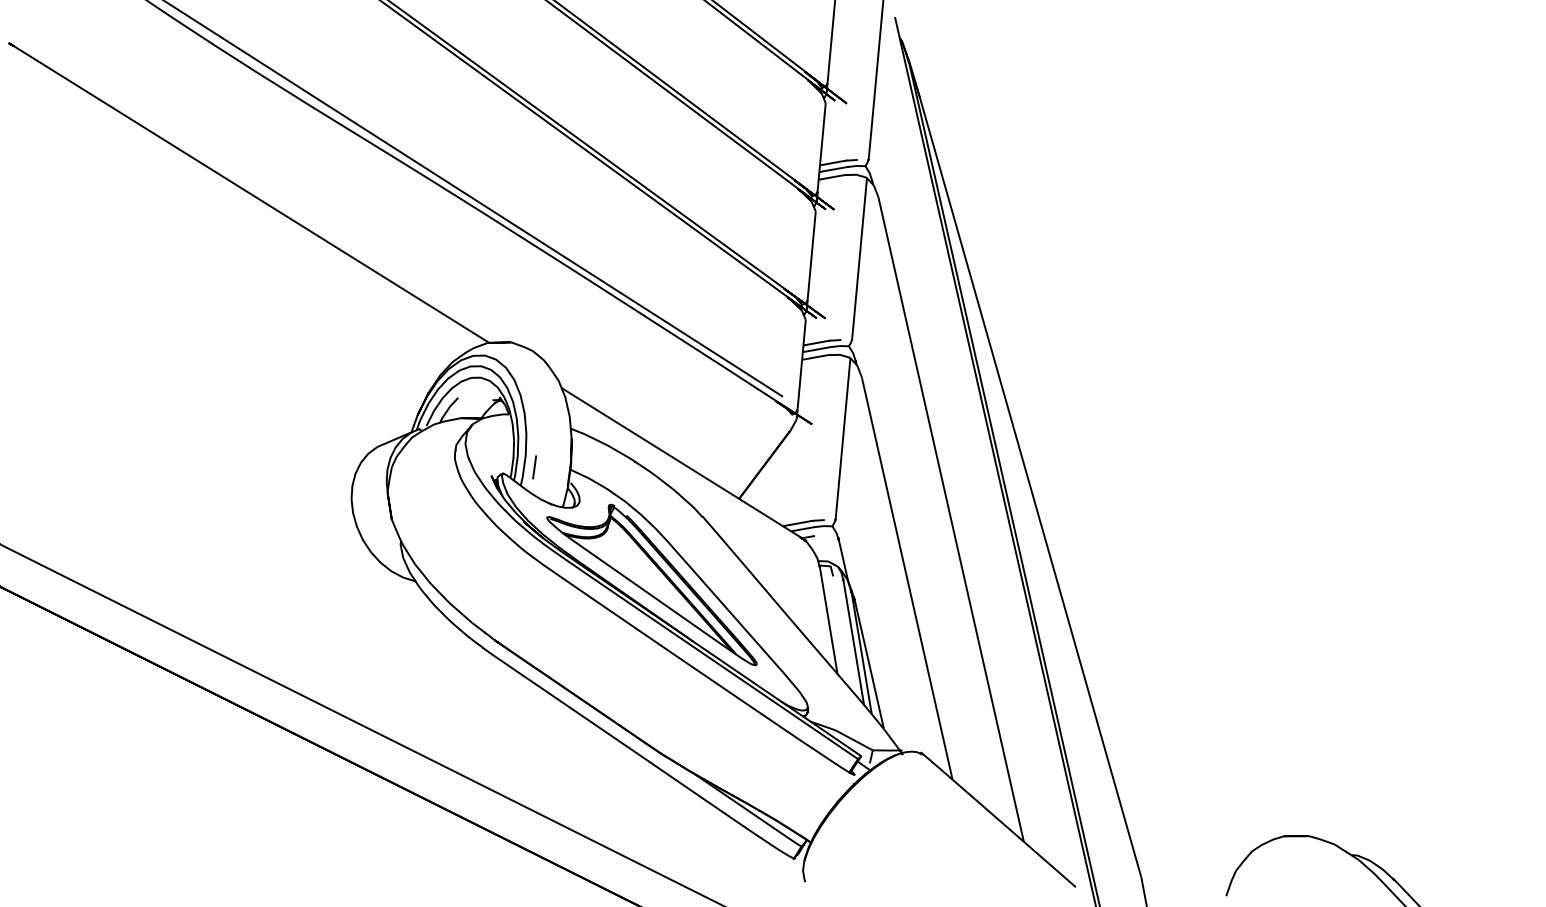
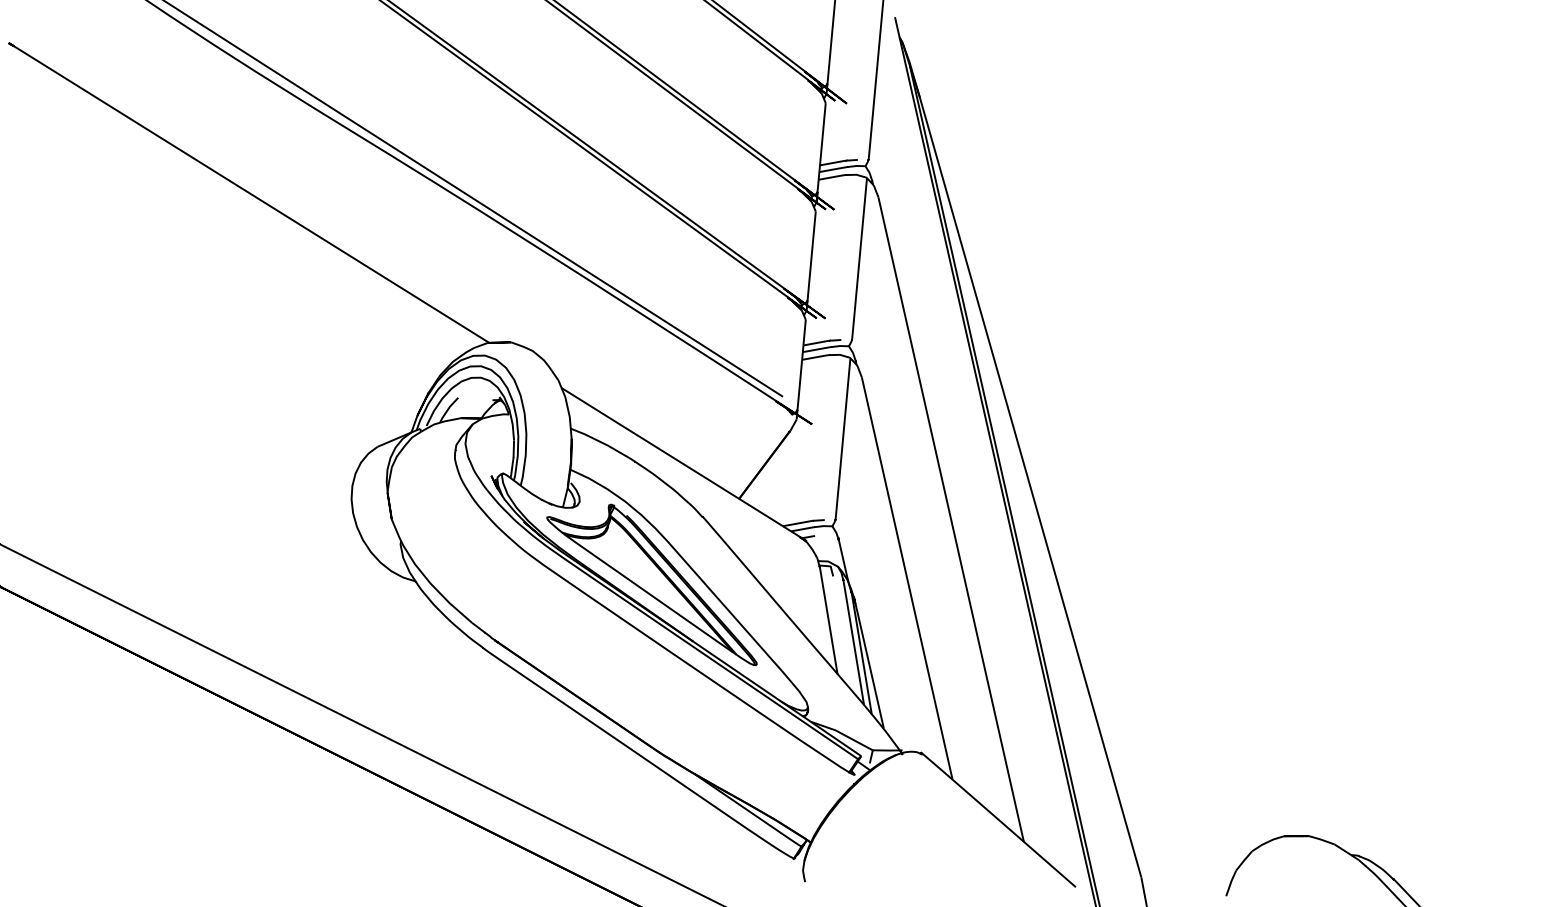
line at (534, 467): present -> none
